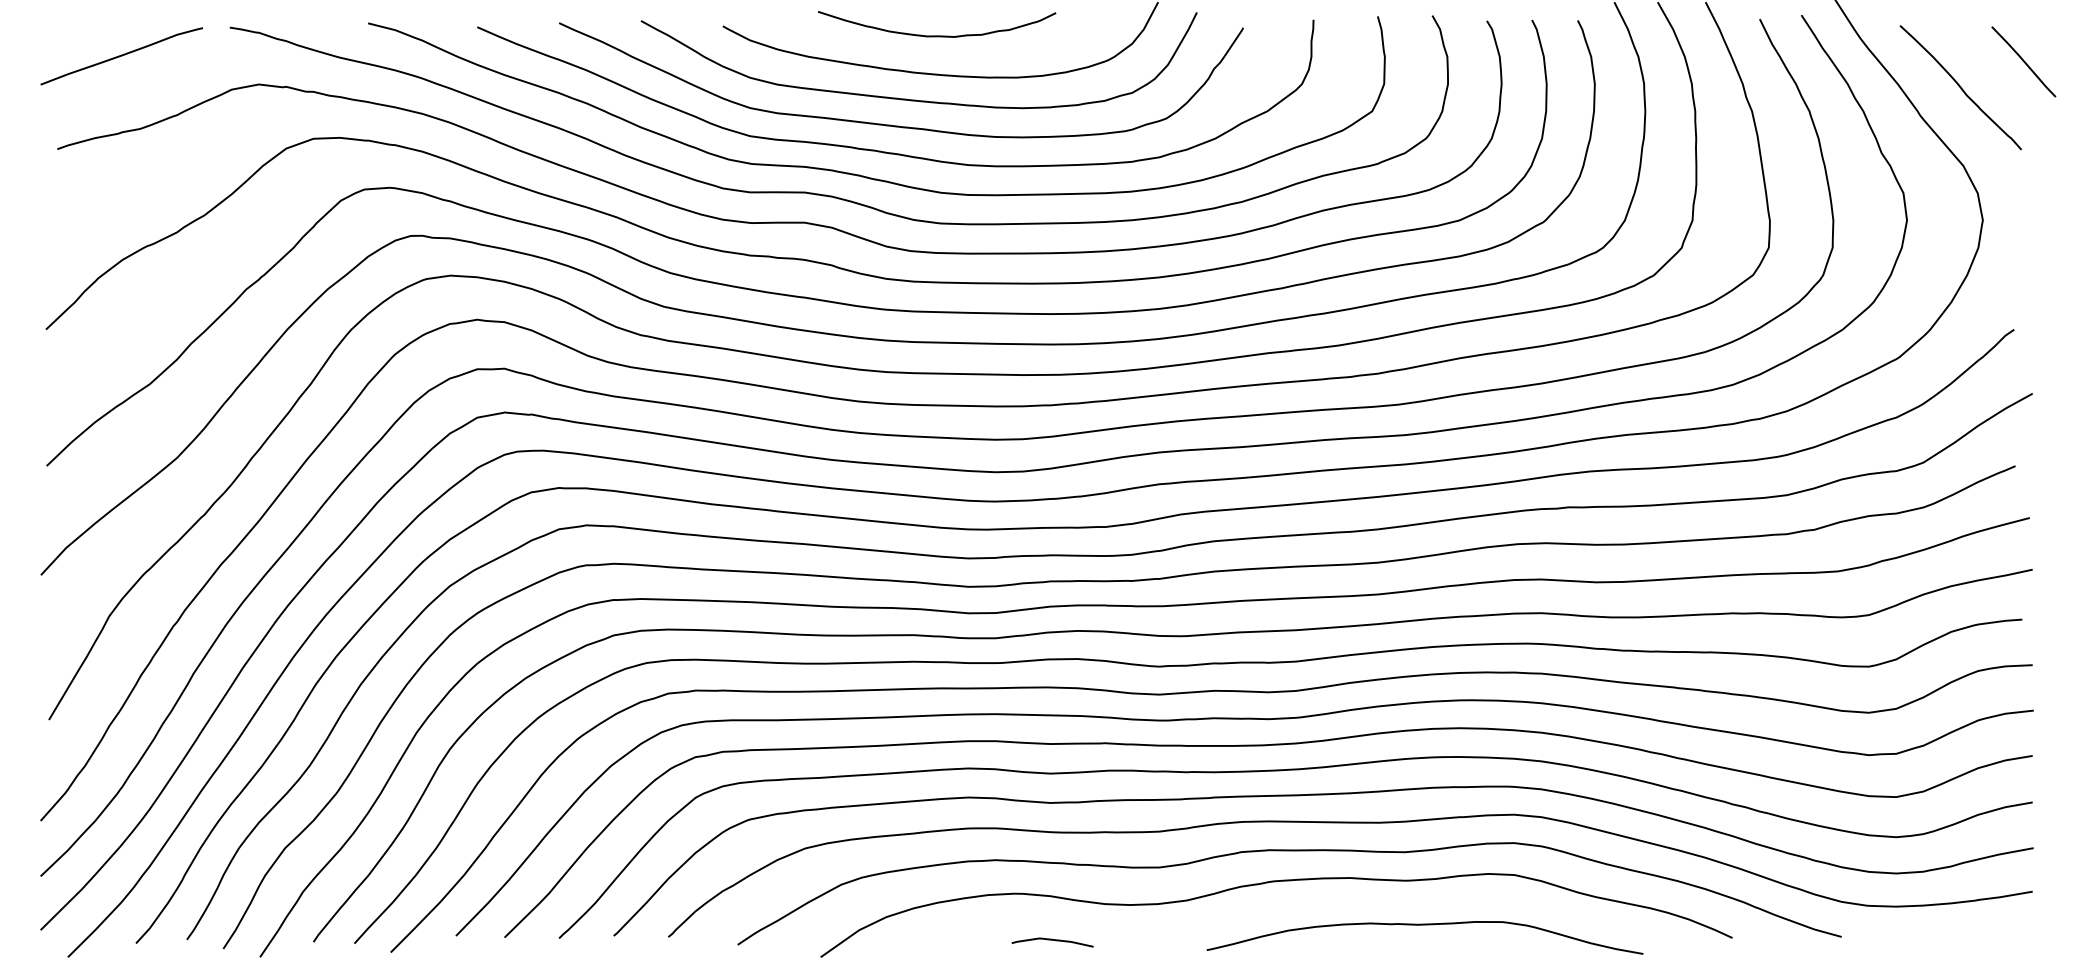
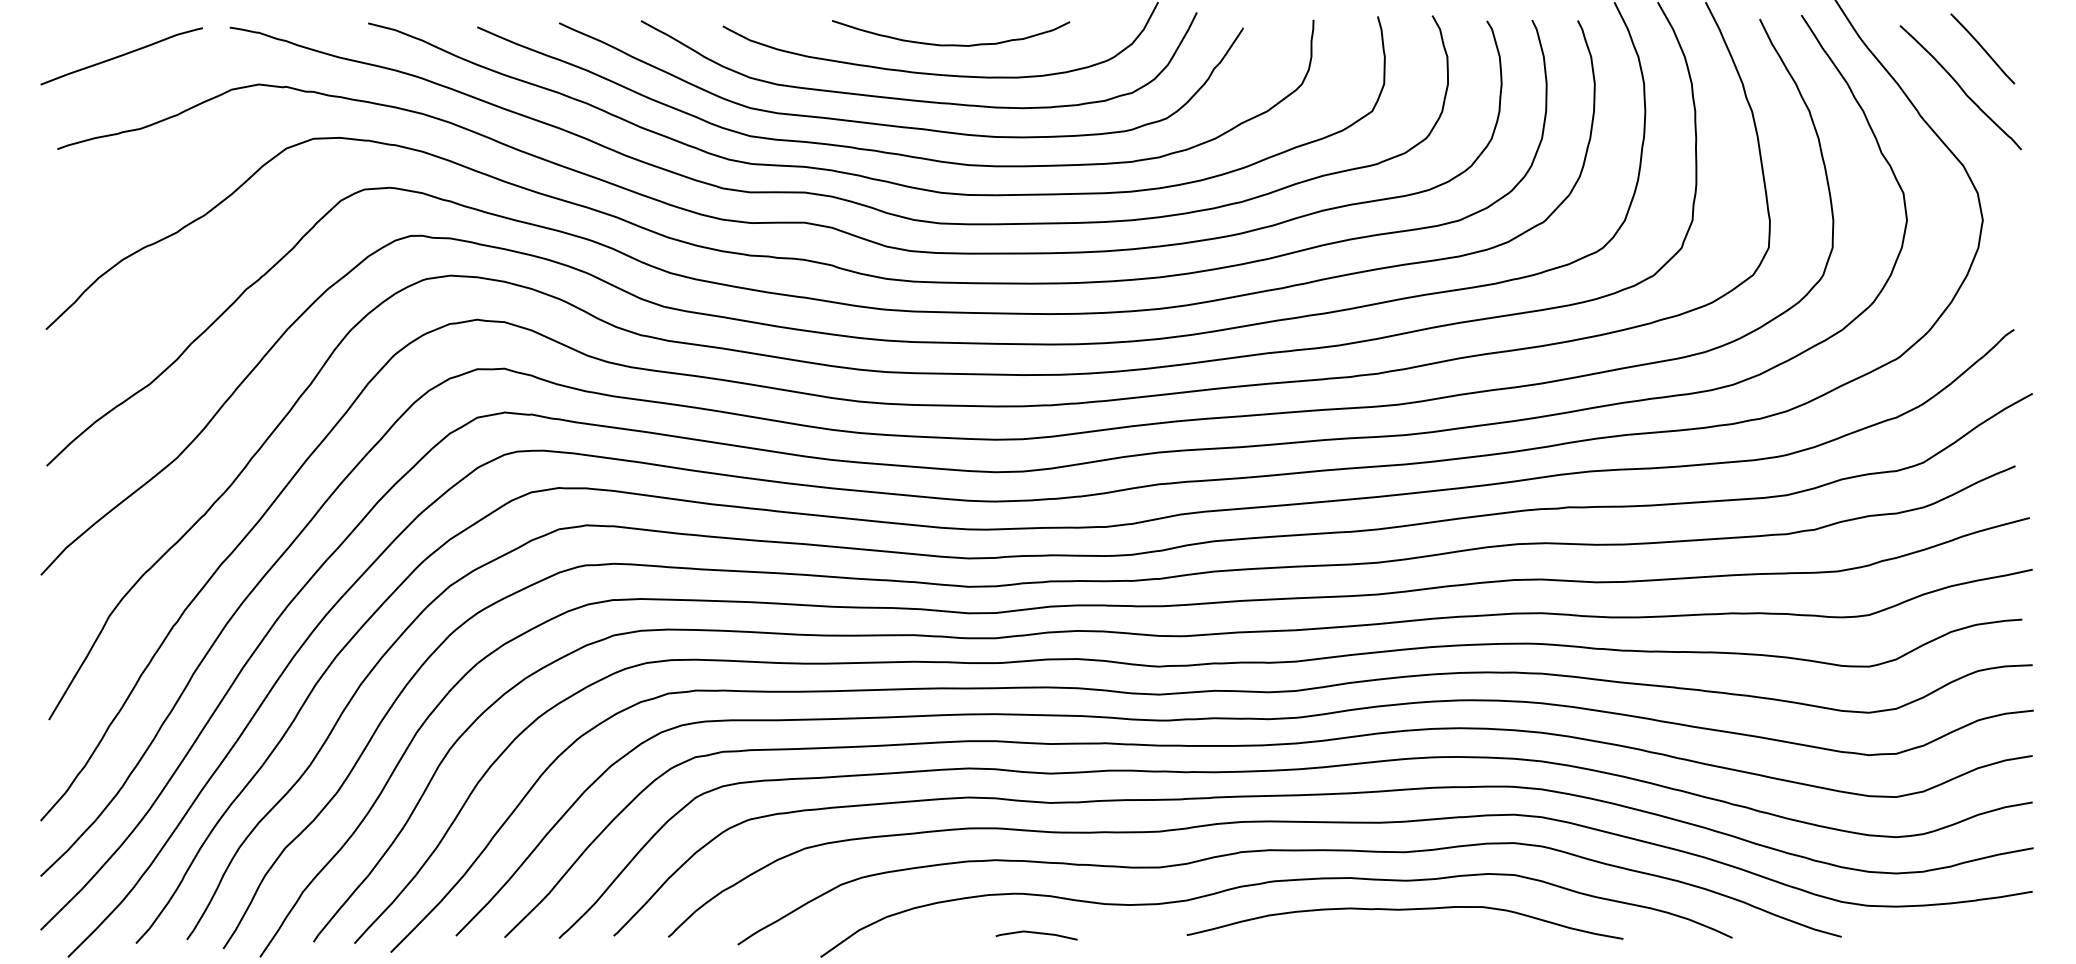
curve at (937, 35) position: (937, 35) -> (951, 44)
line at (2023, 61) position: (2023, 61) -> (1982, 48)
curve at (1424, 925) position: (1424, 925) -> (1404, 910)
curve at (1052, 940) position: (1052, 940) -> (1036, 933)
